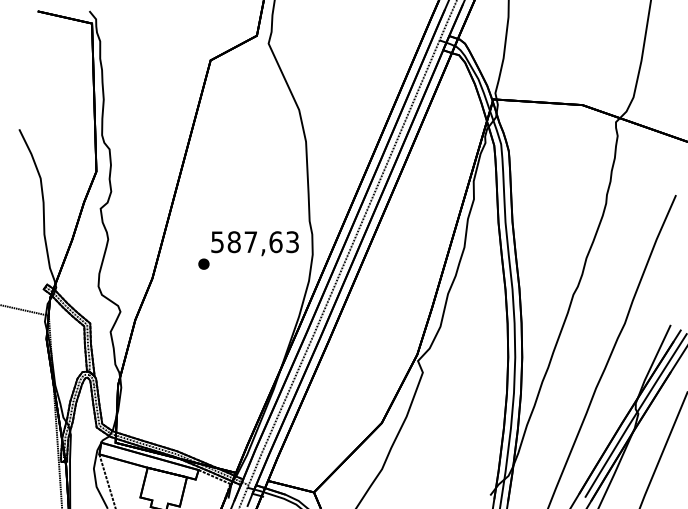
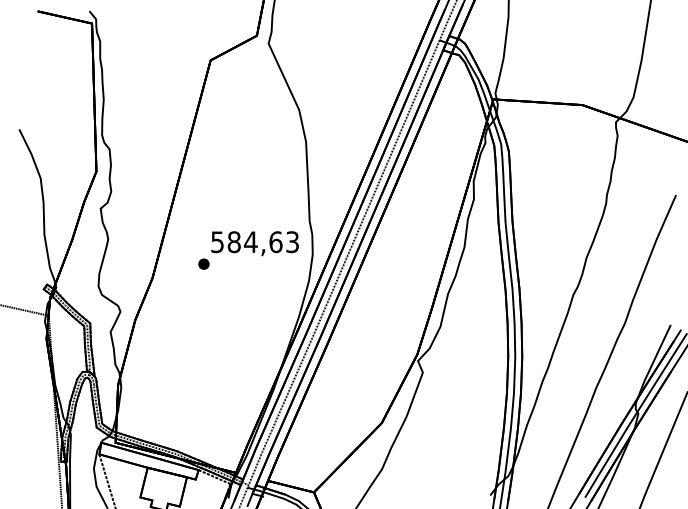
text at (250, 241): 587,63 -> 584,63
